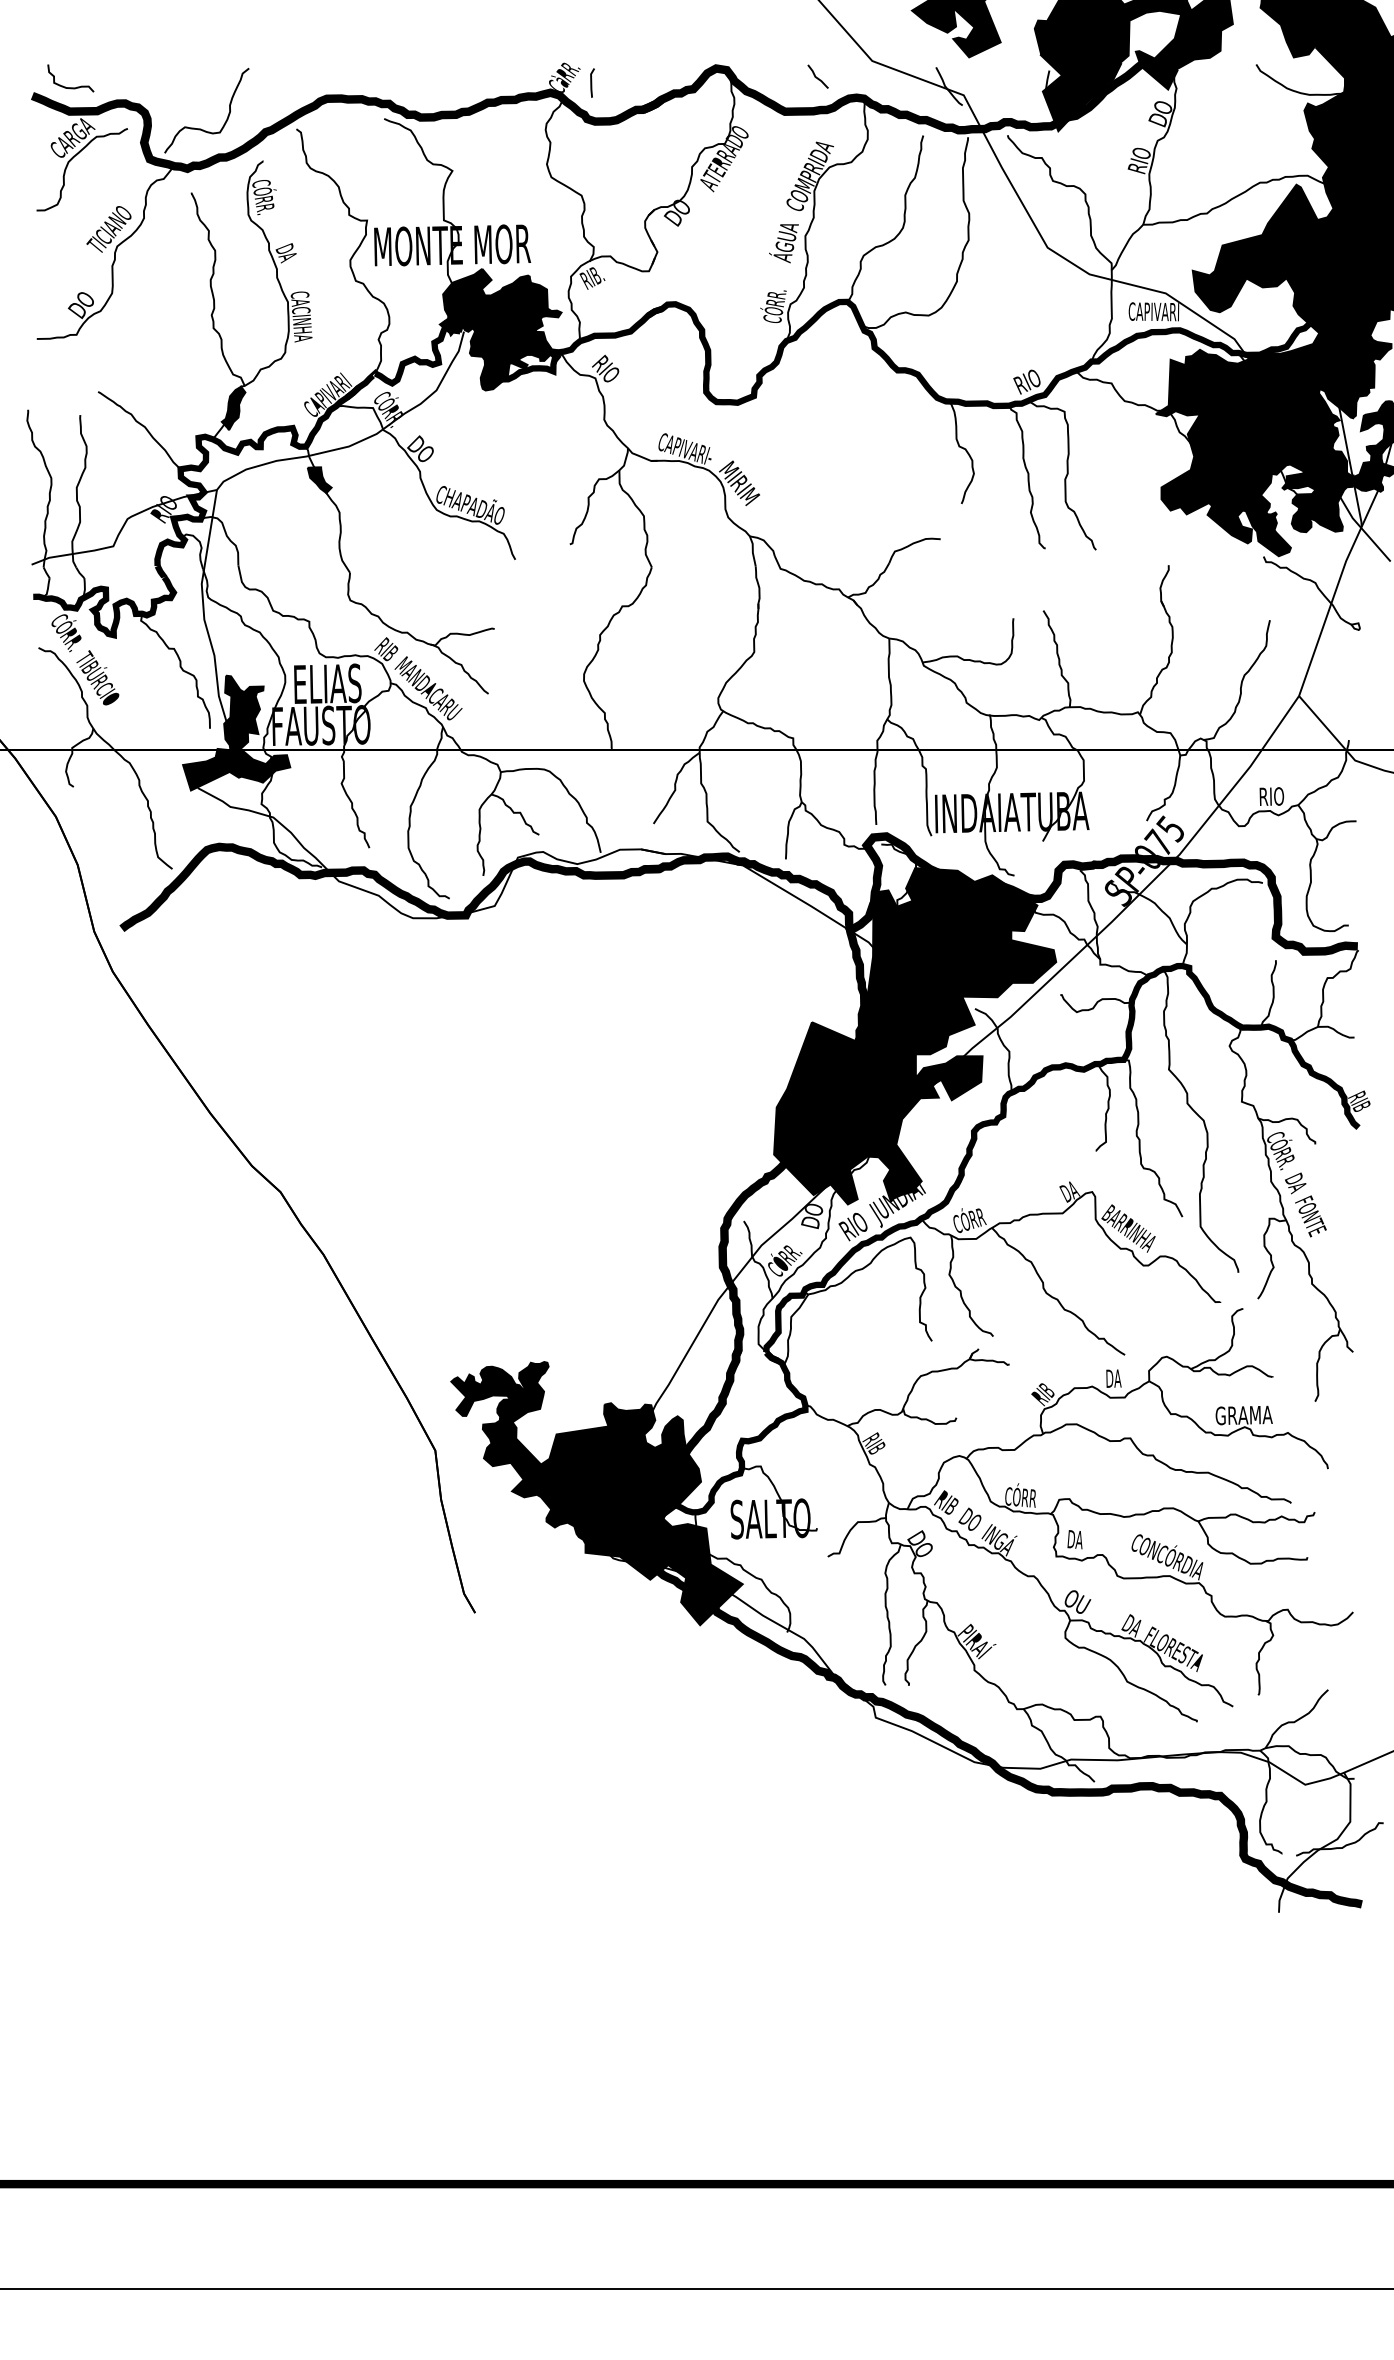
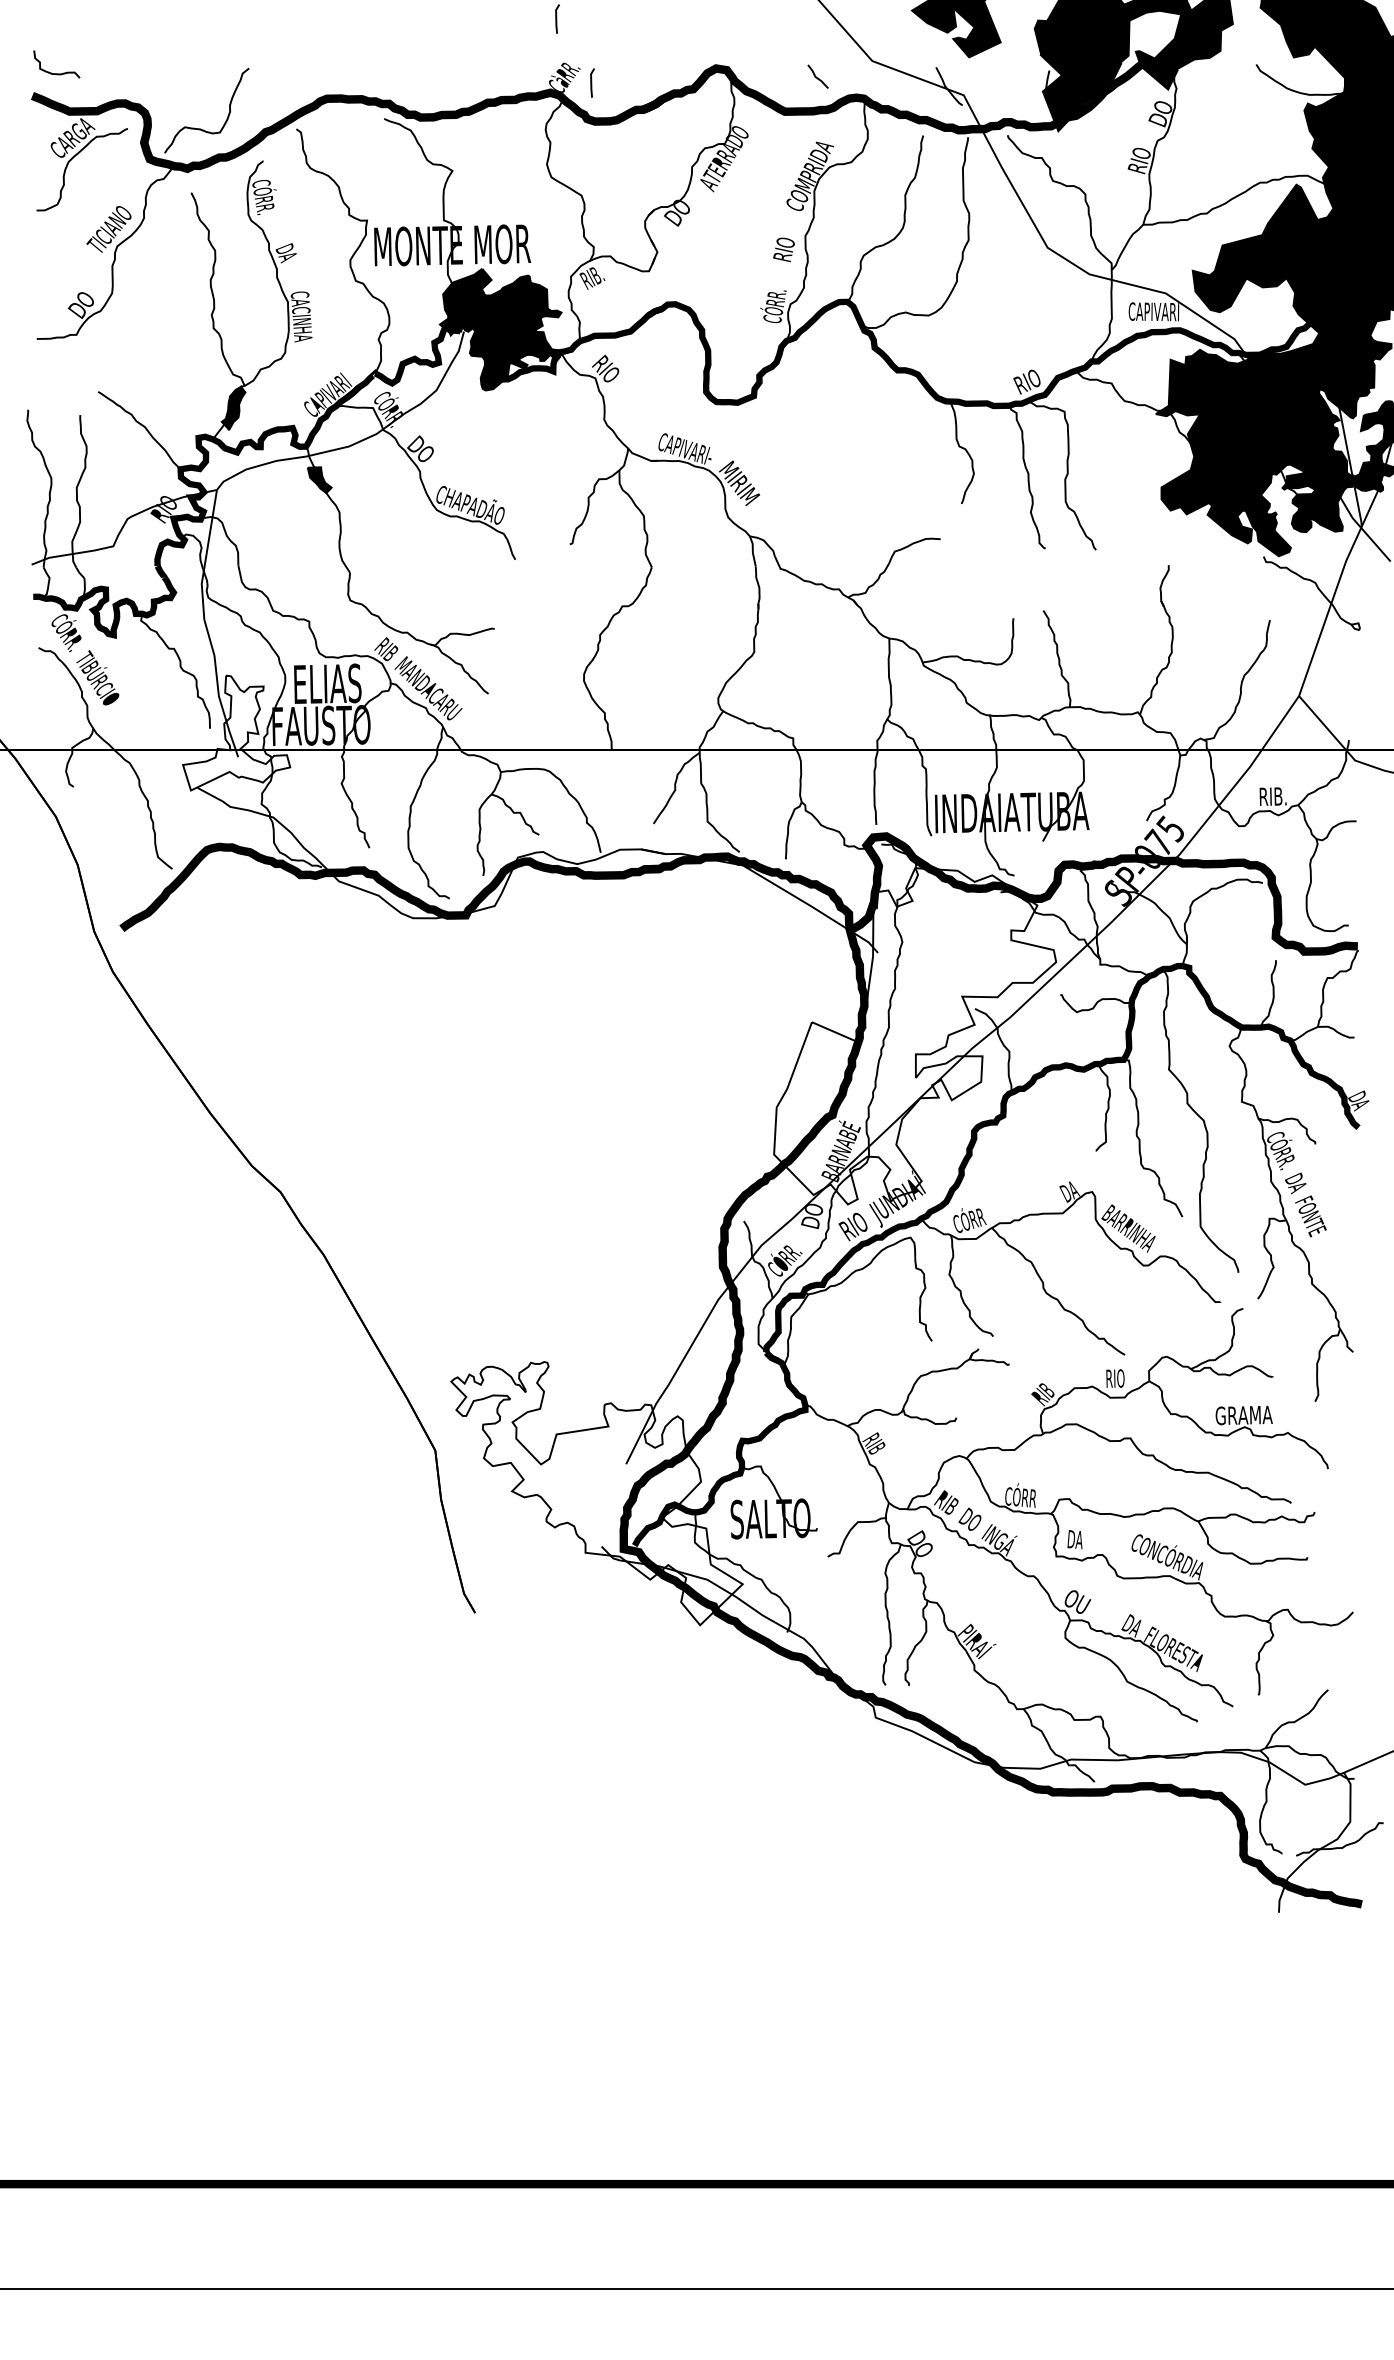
curve at (557, 18): none -> present
curve at (70, 87) position: (70, 87) -> (56, 73)
text at (783, 243): ÁGUA -> RIO
fill at (236, 732): present -> none
text at (1280, 796): RIO -> RIB.
fill at (915, 1036): present -> none
text at (1359, 1102): RIB -> DA
text at (1115, 1378): DA -> RIO
fill at (596, 1493): present -> none
